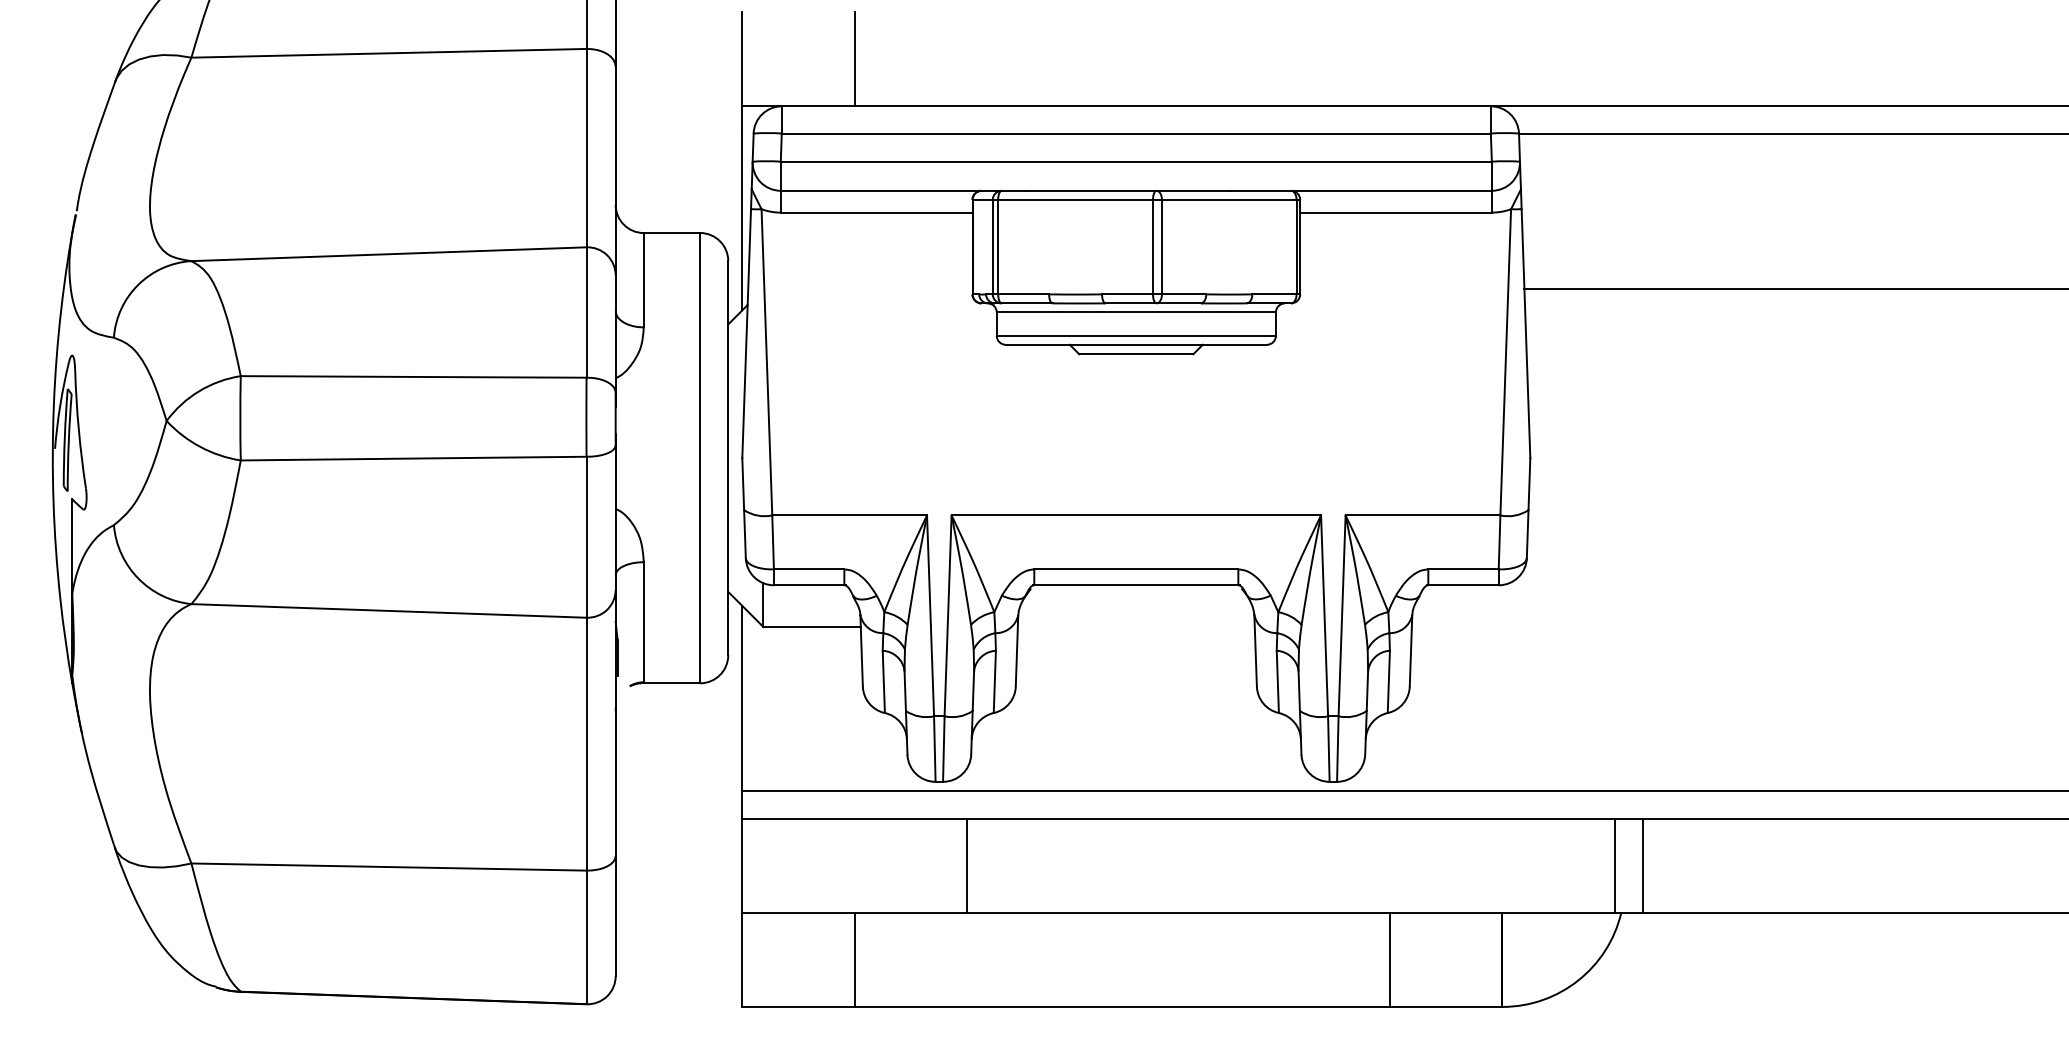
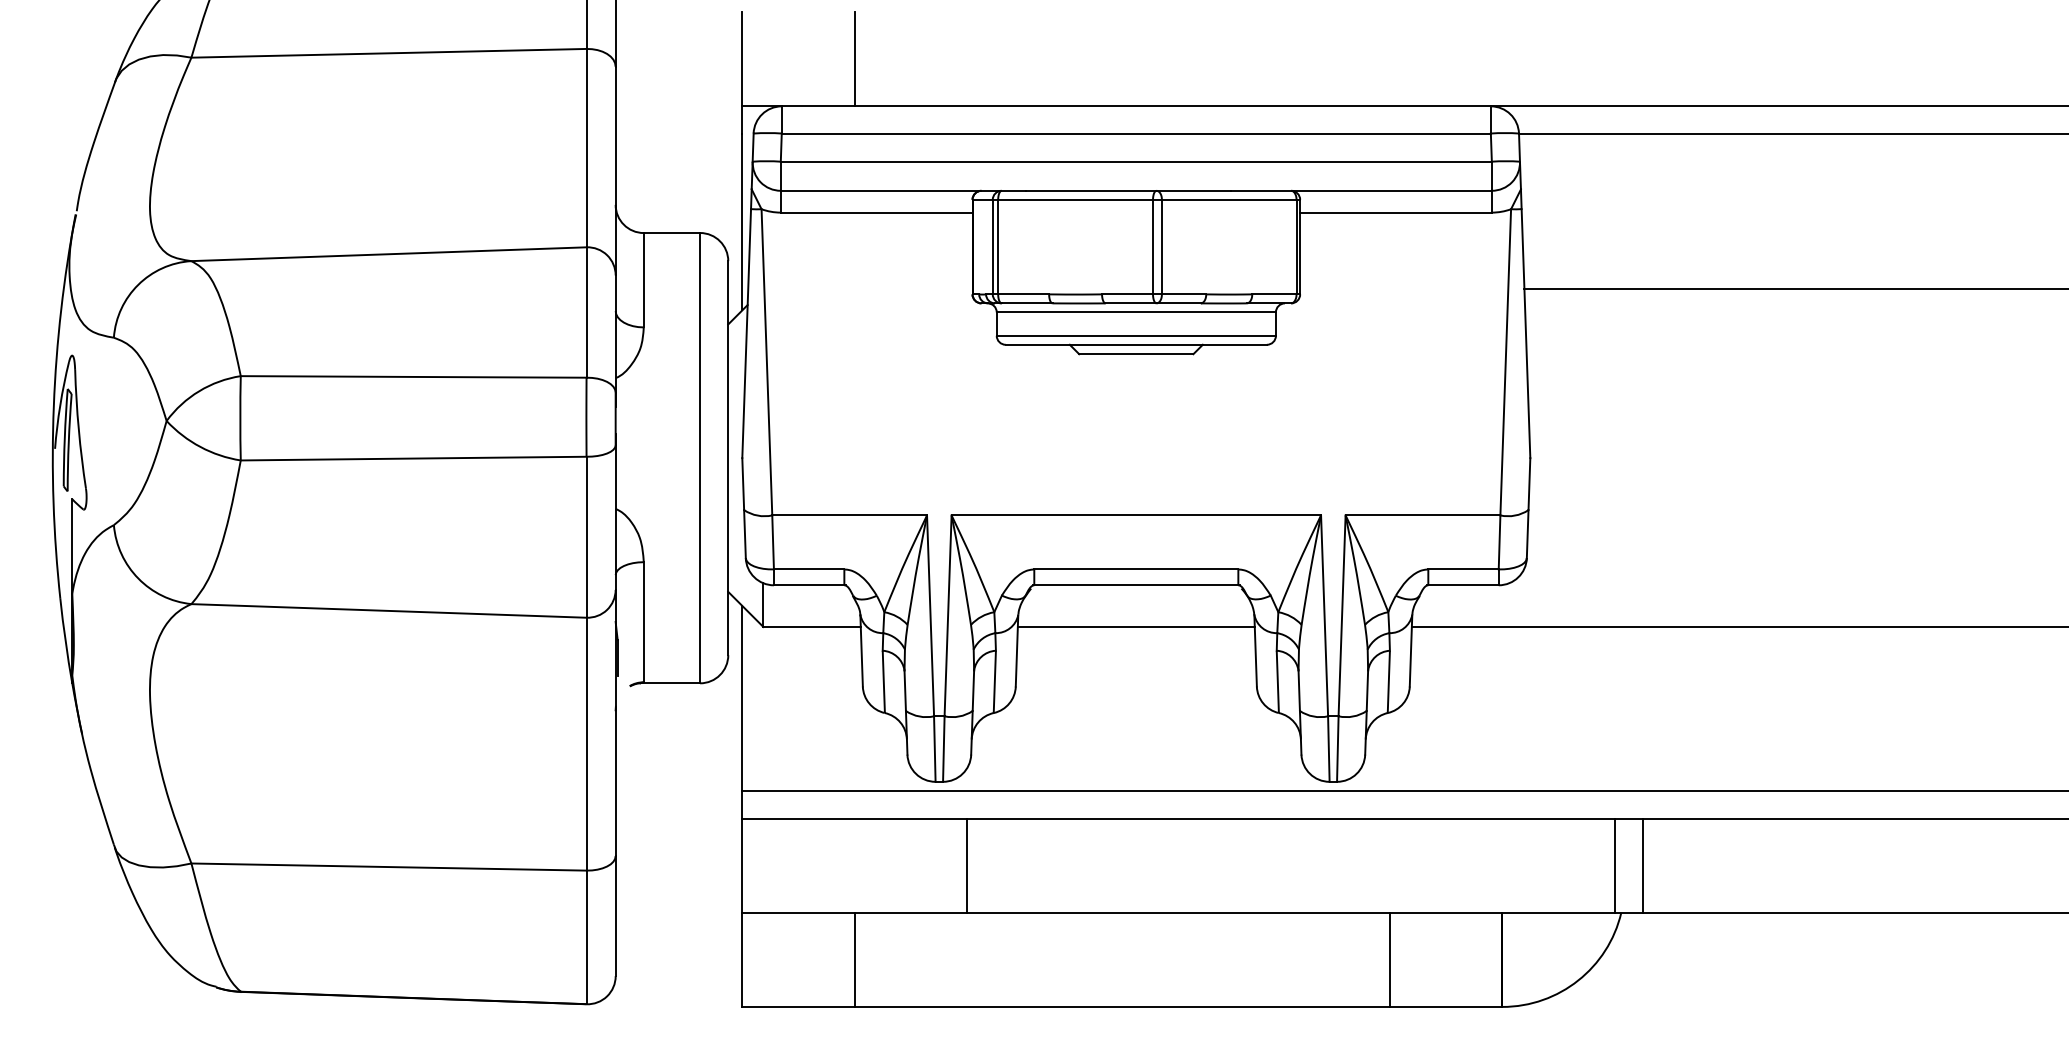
line at (1135, 627): none -> present
line at (1738, 627): none -> present
